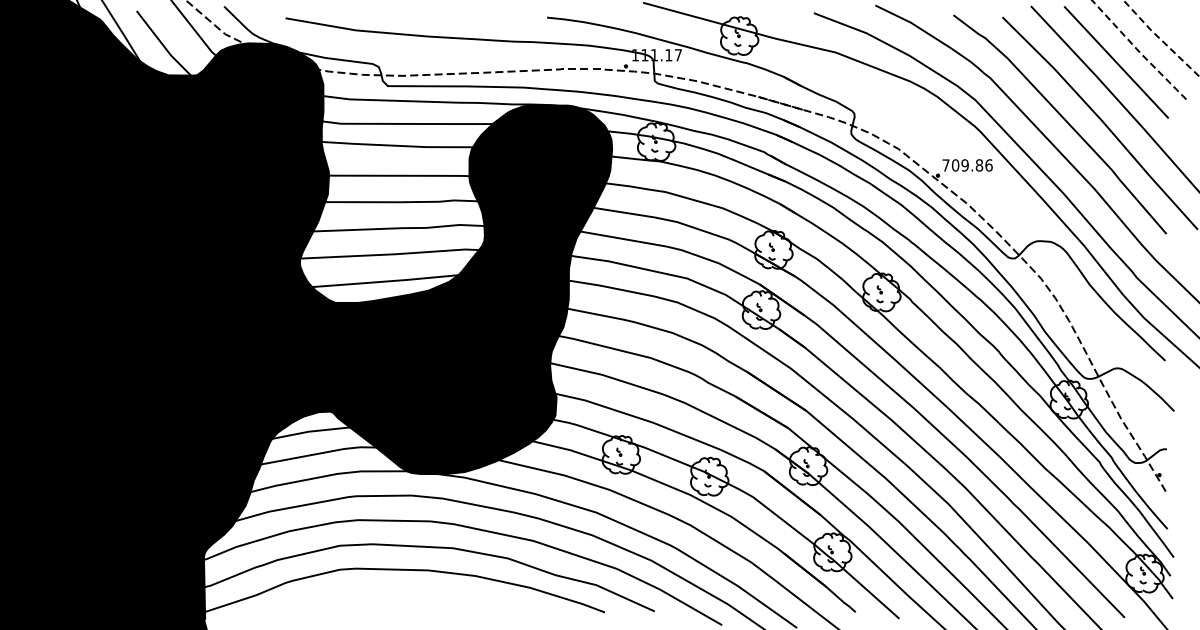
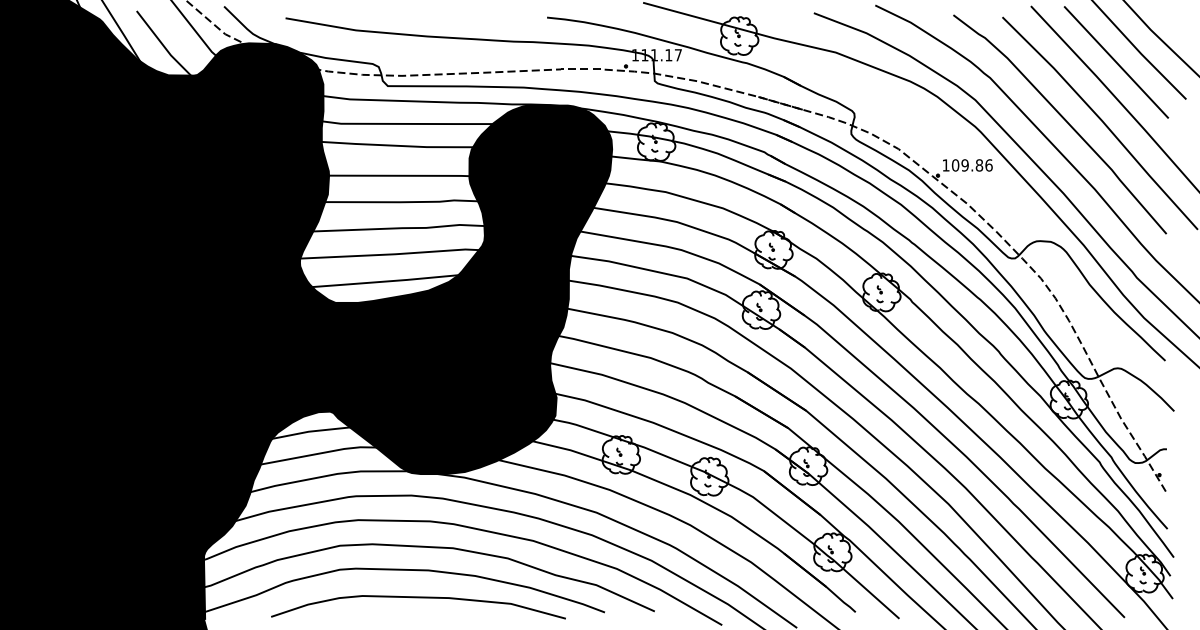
line at (1160, 39): dashed -> solid
line at (1138, 51): dashed -> solid
text at (945, 165): 709.86 -> 109.86
curve at (418, 598): none -> present
